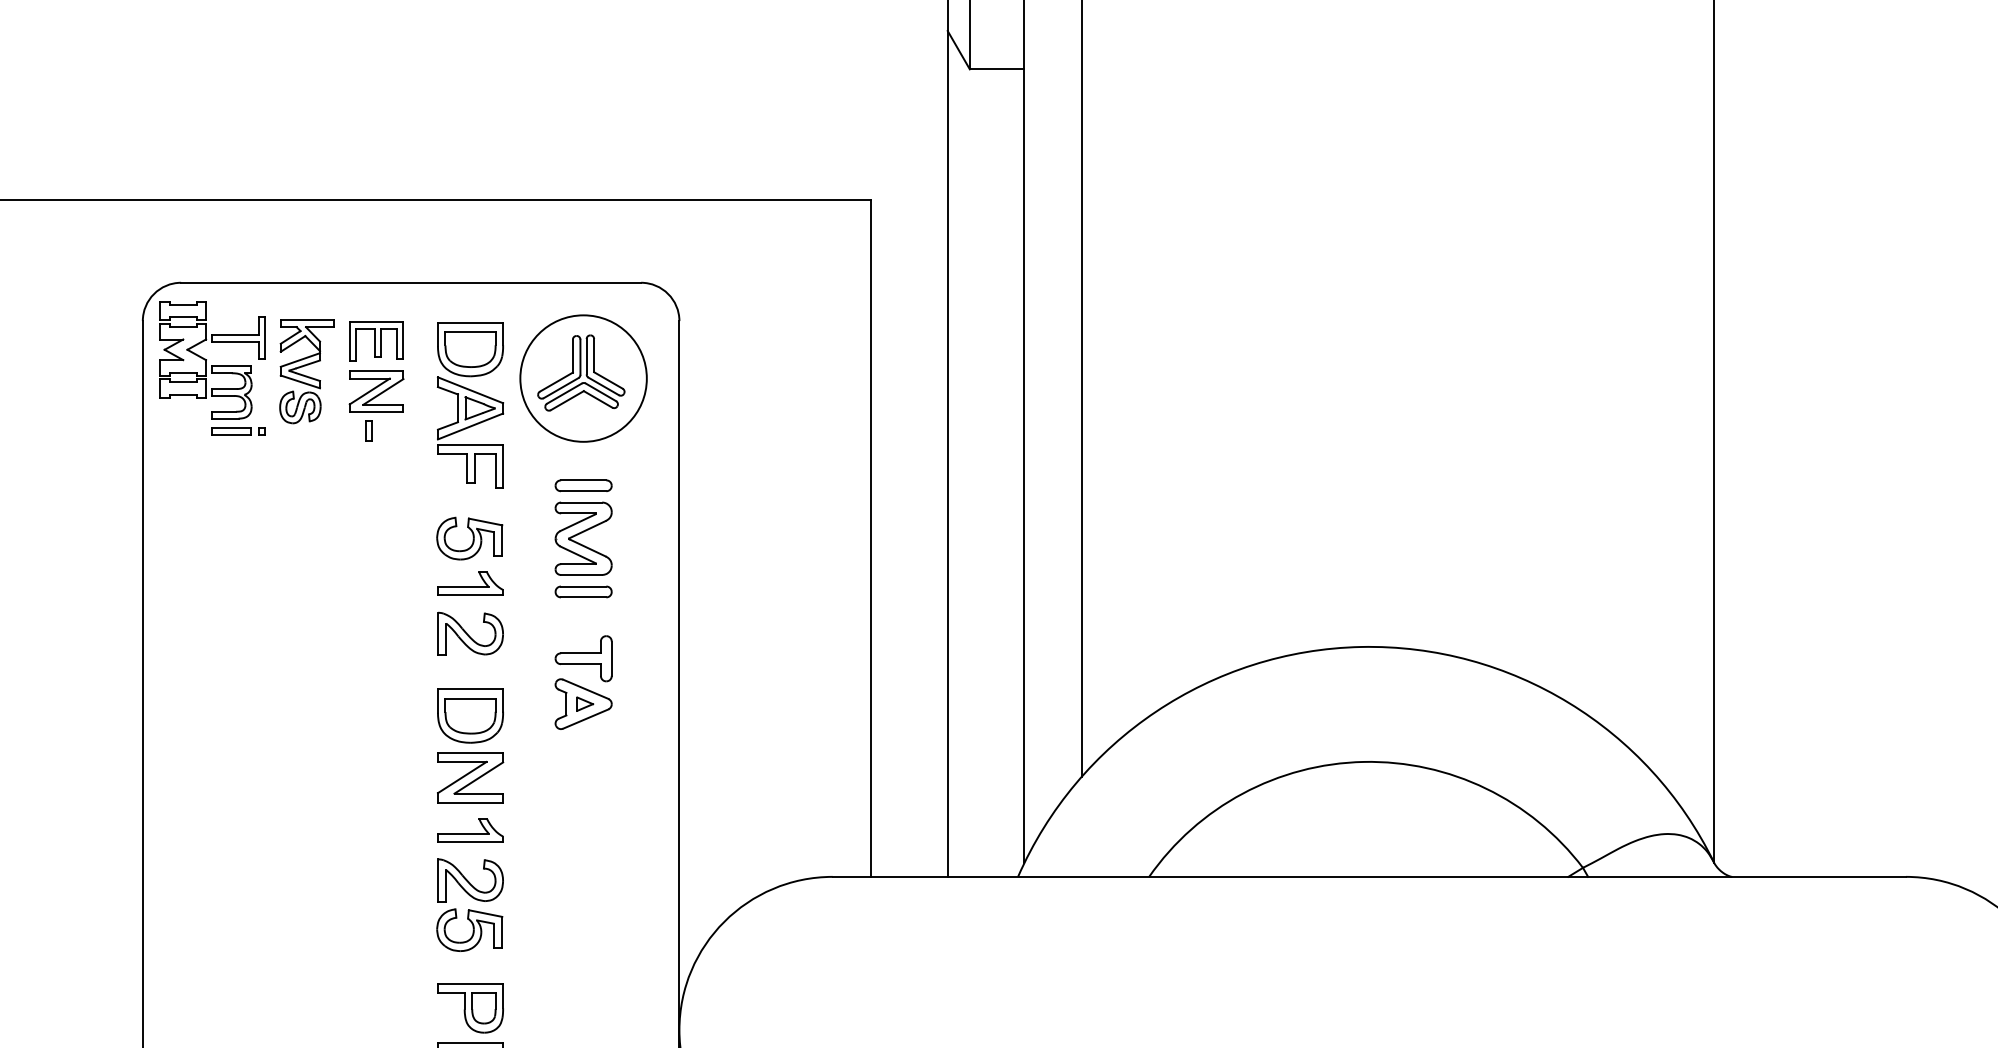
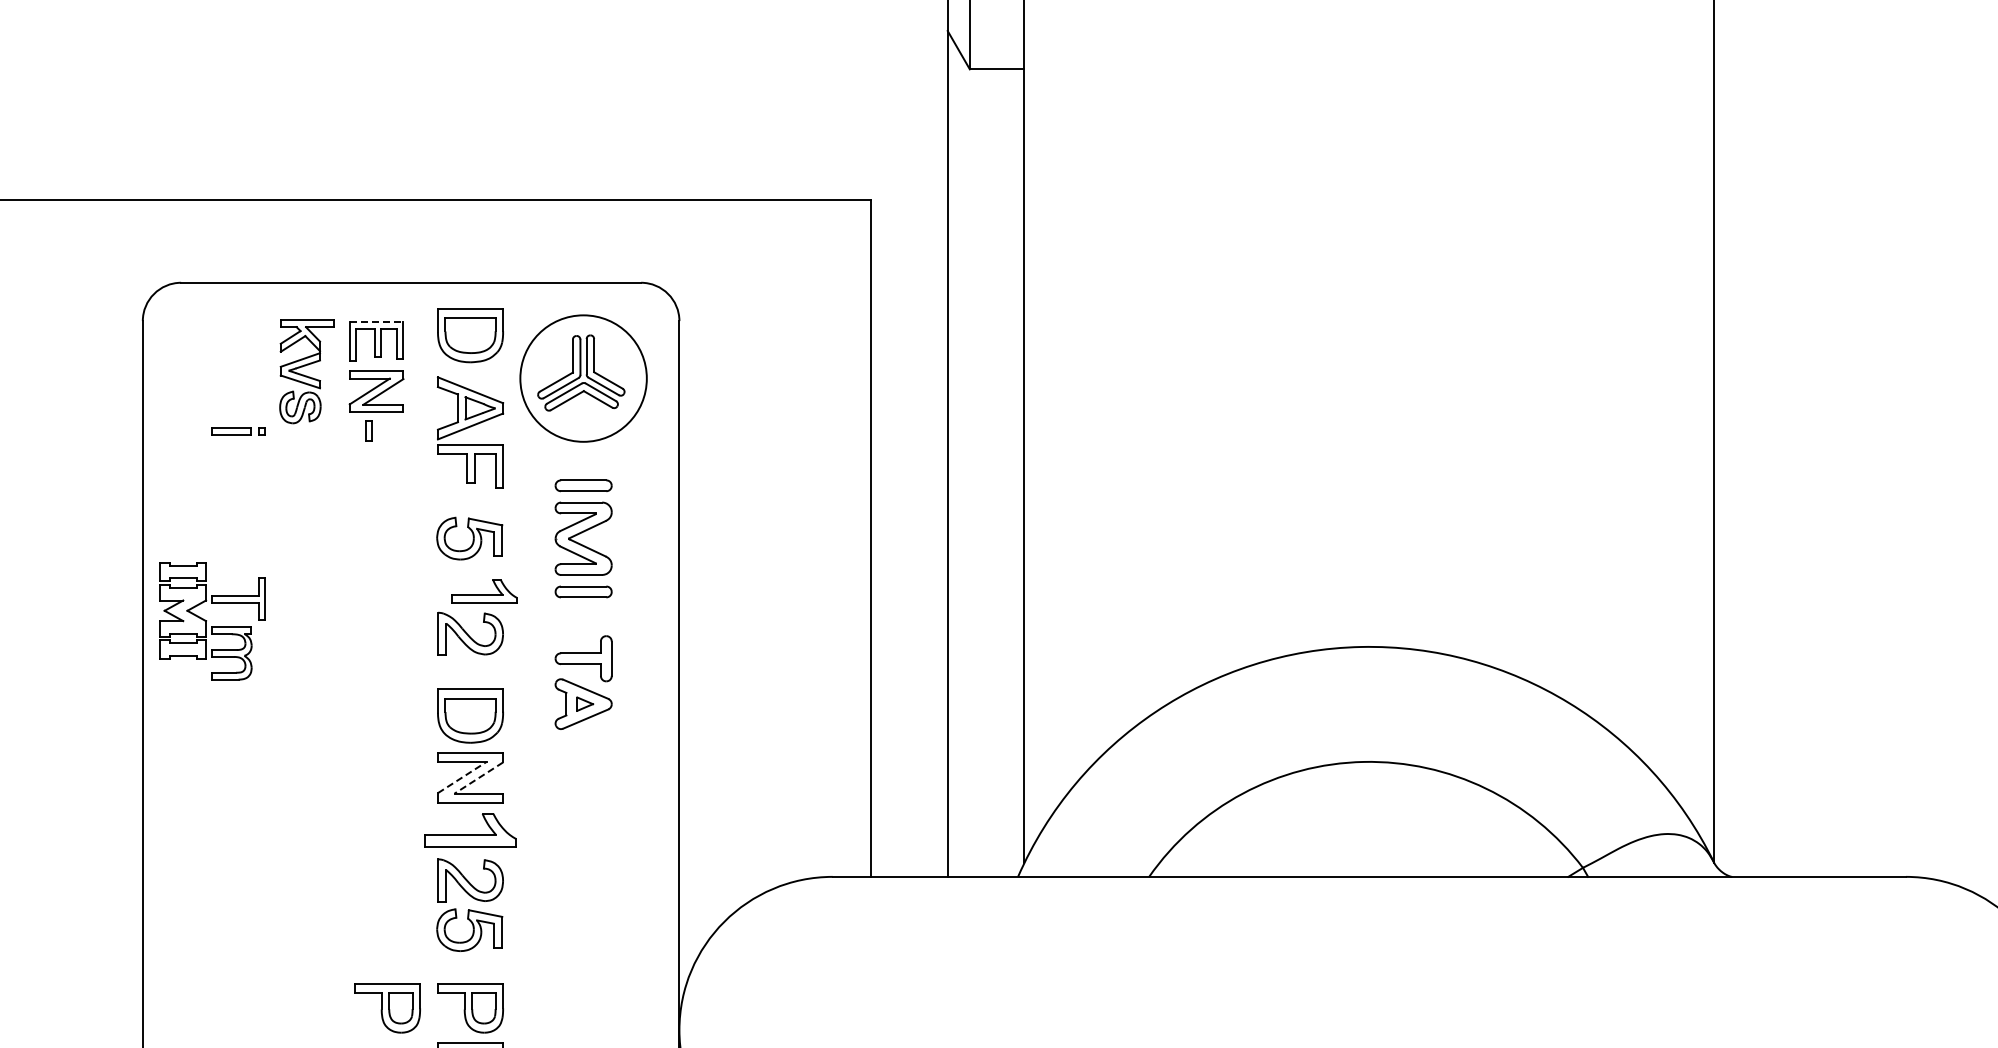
line at (376, 321): solid -> dashed
part at (470, 349) position: (470, 349) -> (470, 335)
part at (212, 360) position: (212, 360) -> (212, 621)
line at (1081, 389): present -> none
part at (470, 583) position: (470, 583) -> (484, 591)
line at (462, 777): solid -> dashed
line at (478, 778): solid -> dashed
part at (470, 830) size: 67x25 px -> 93x35 px
part at (387, 1008): none -> present
